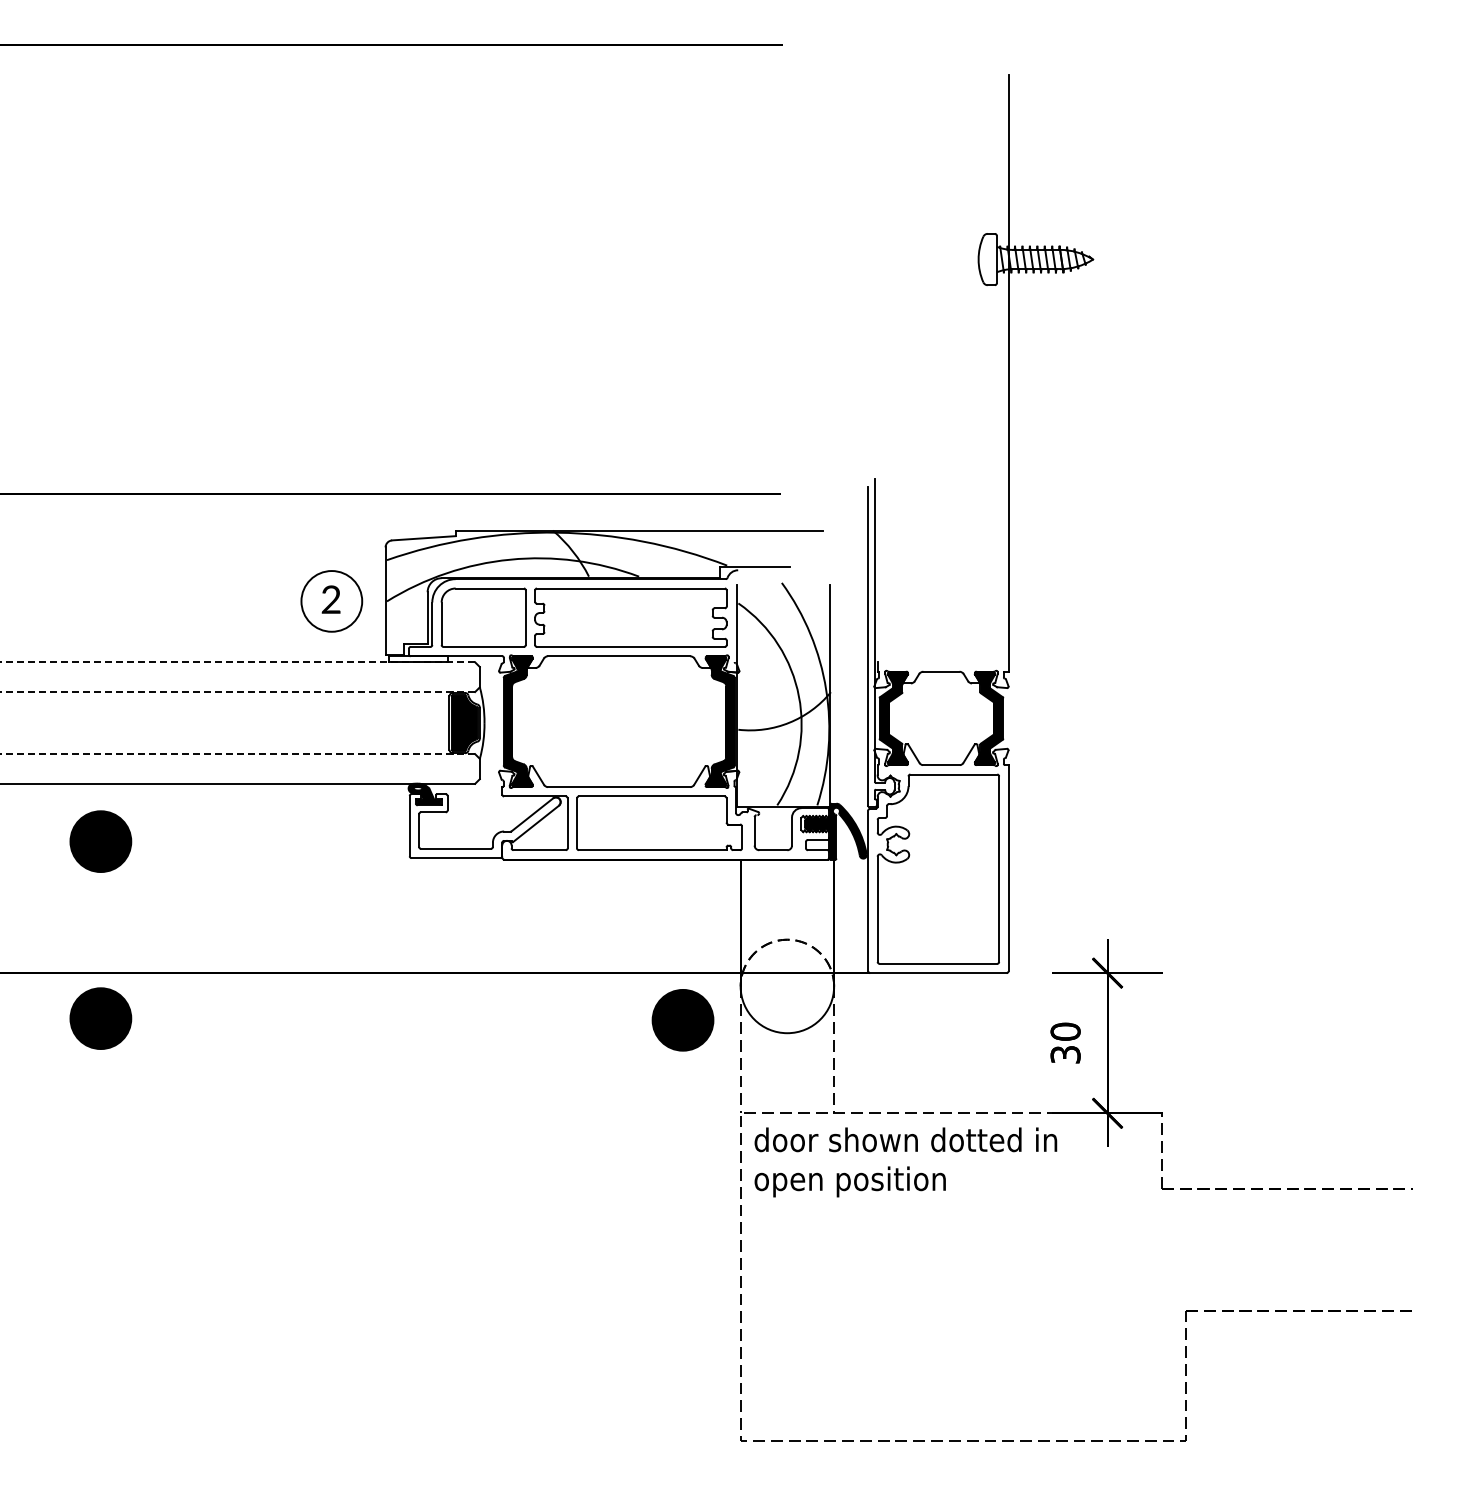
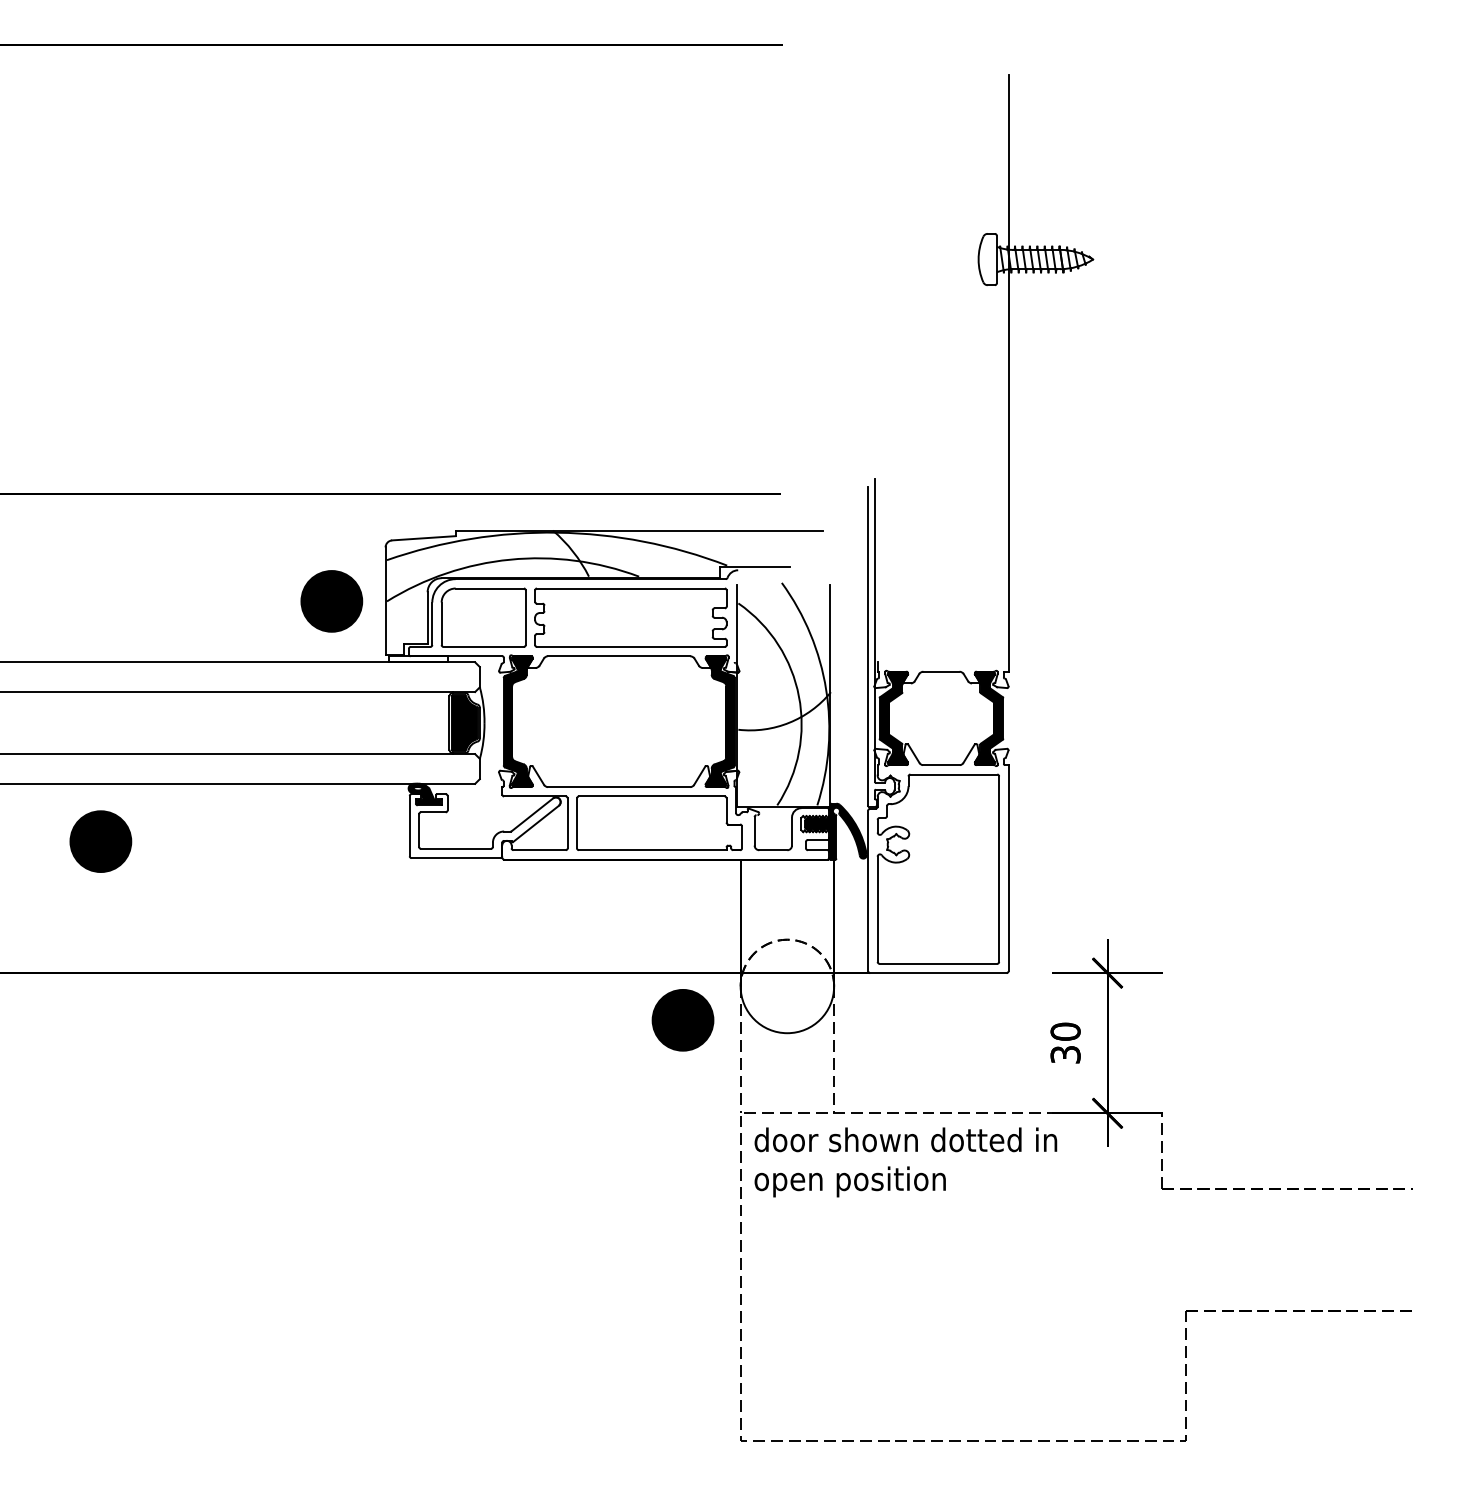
fill at (331, 601): none -> present
line at (237, 662): dashed -> solid
line at (237, 692): dashed -> solid
line at (237, 754): dashed -> solid
part at (100, 1018): present -> none
